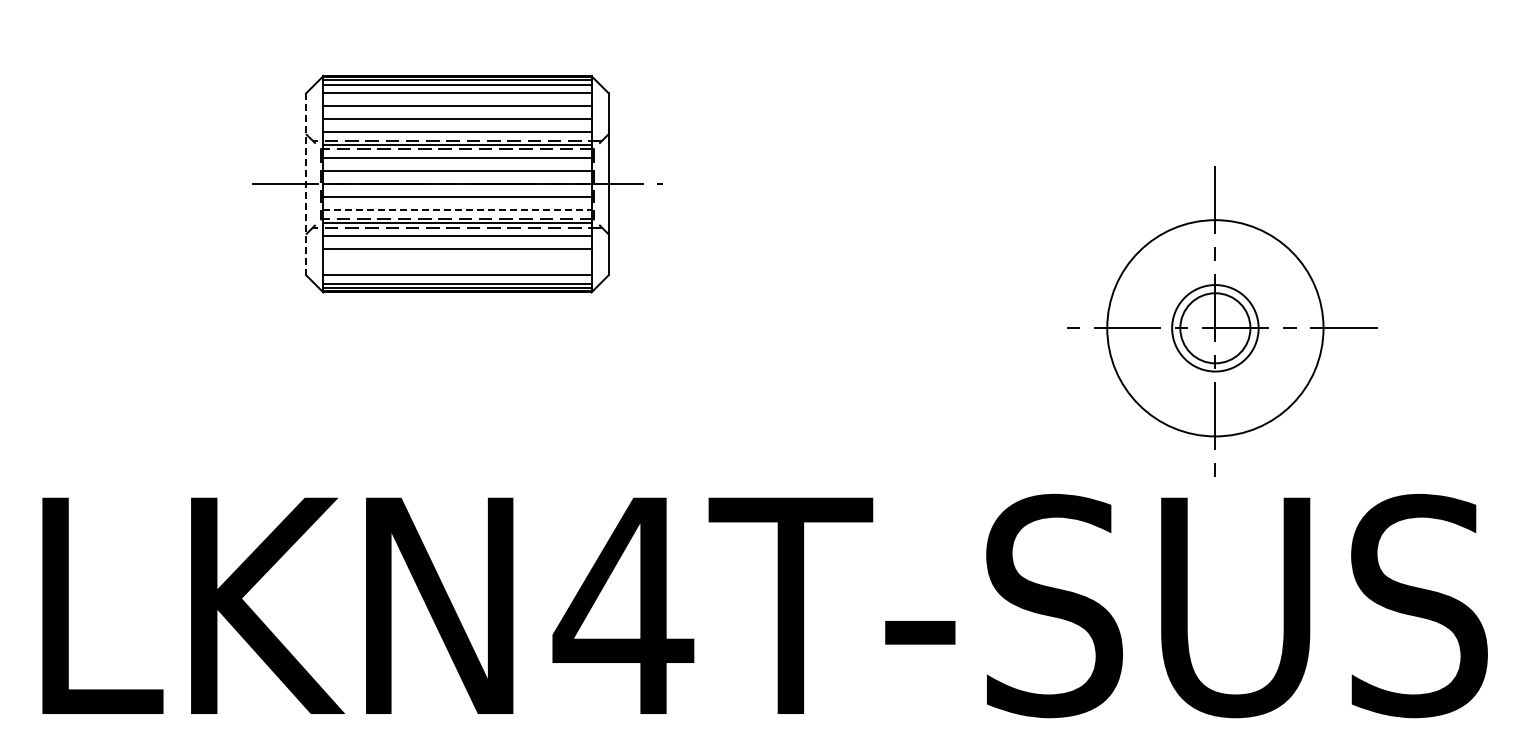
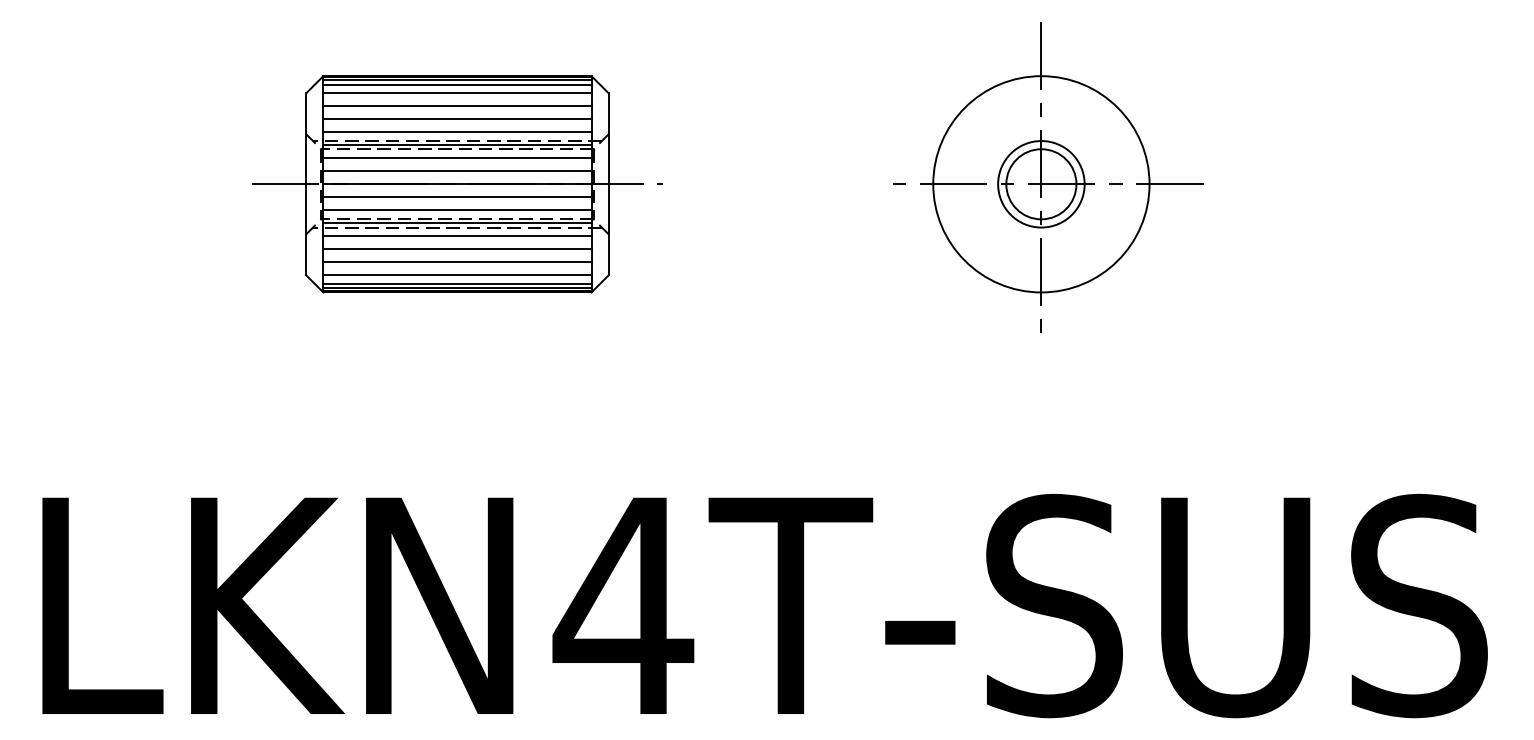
line at (306, 184): dashed -> solid
line at (457, 210): dashed -> solid
line at (457, 262): none -> present
part at (1222, 321) position: (1222, 321) -> (1048, 177)
